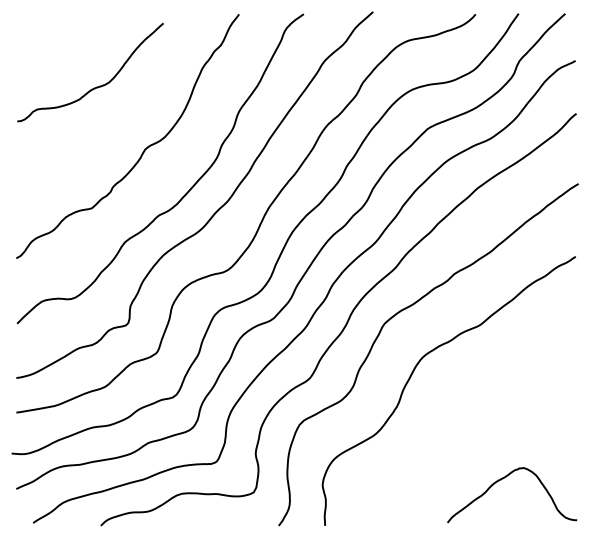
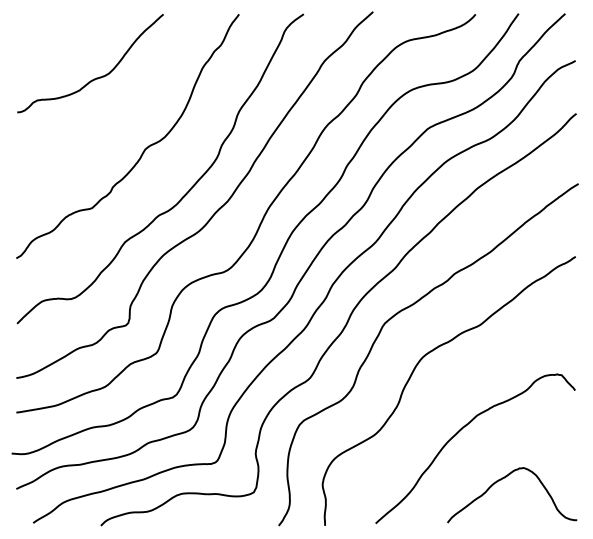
curve at (96, 86) position: (96, 86) -> (96, 77)
curve at (459, 432): none -> present
